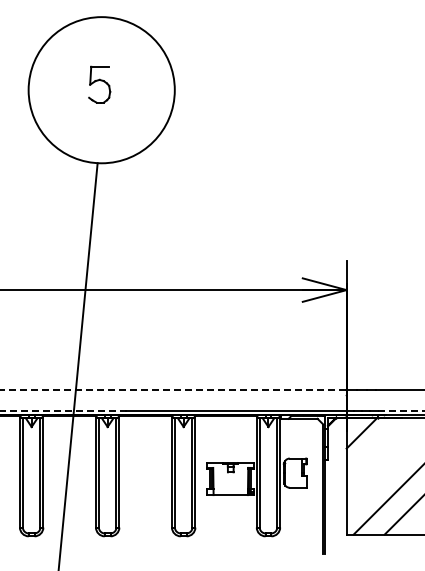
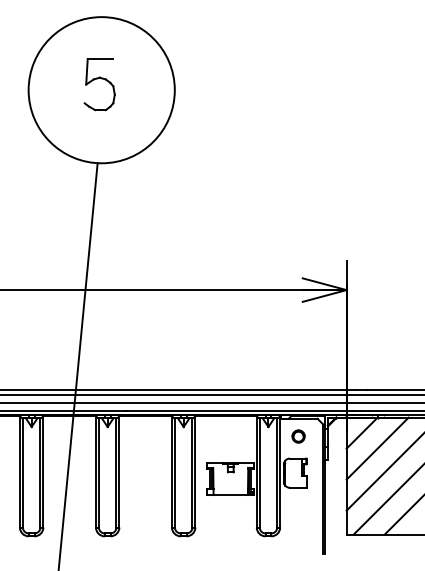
part at (99, 84) size: 24x39 px -> 33x54 px
line at (173, 389): dashed -> solid
line at (211, 395): none -> present
line at (211, 402): none -> present
line at (63, 410): dashed -> solid
line at (401, 410): dashed -> solid
circle at (298, 436): none -> present
line at (377, 448): none -> present
line at (383, 472): none -> present
